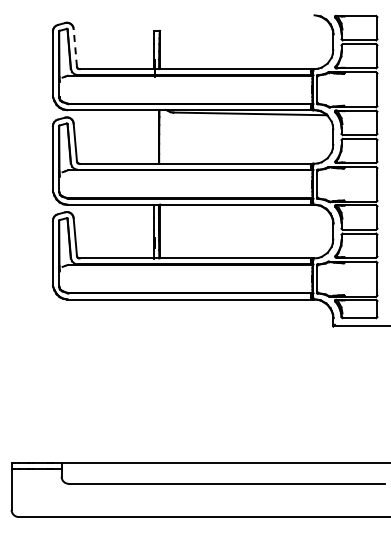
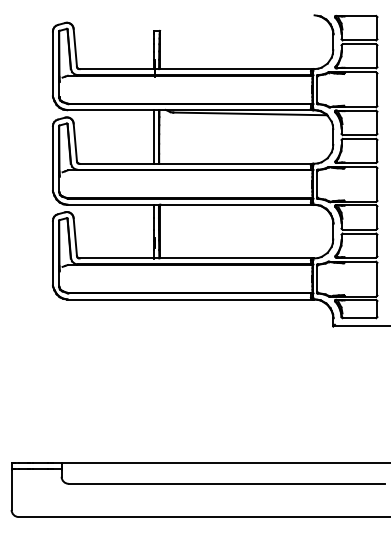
line at (75, 47): dashed -> solid
line at (154, 136): none -> present
